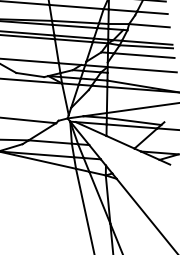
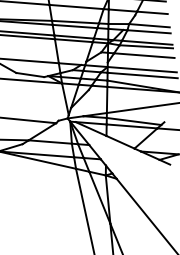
line at (148, 31): none -> present
line at (141, 75): none -> present
